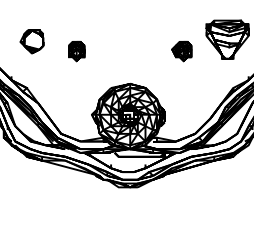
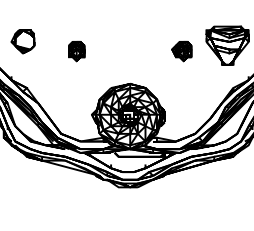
part at (227, 39) position: (227, 39) -> (227, 45)
part at (31, 41) position: (31, 41) -> (22, 41)
